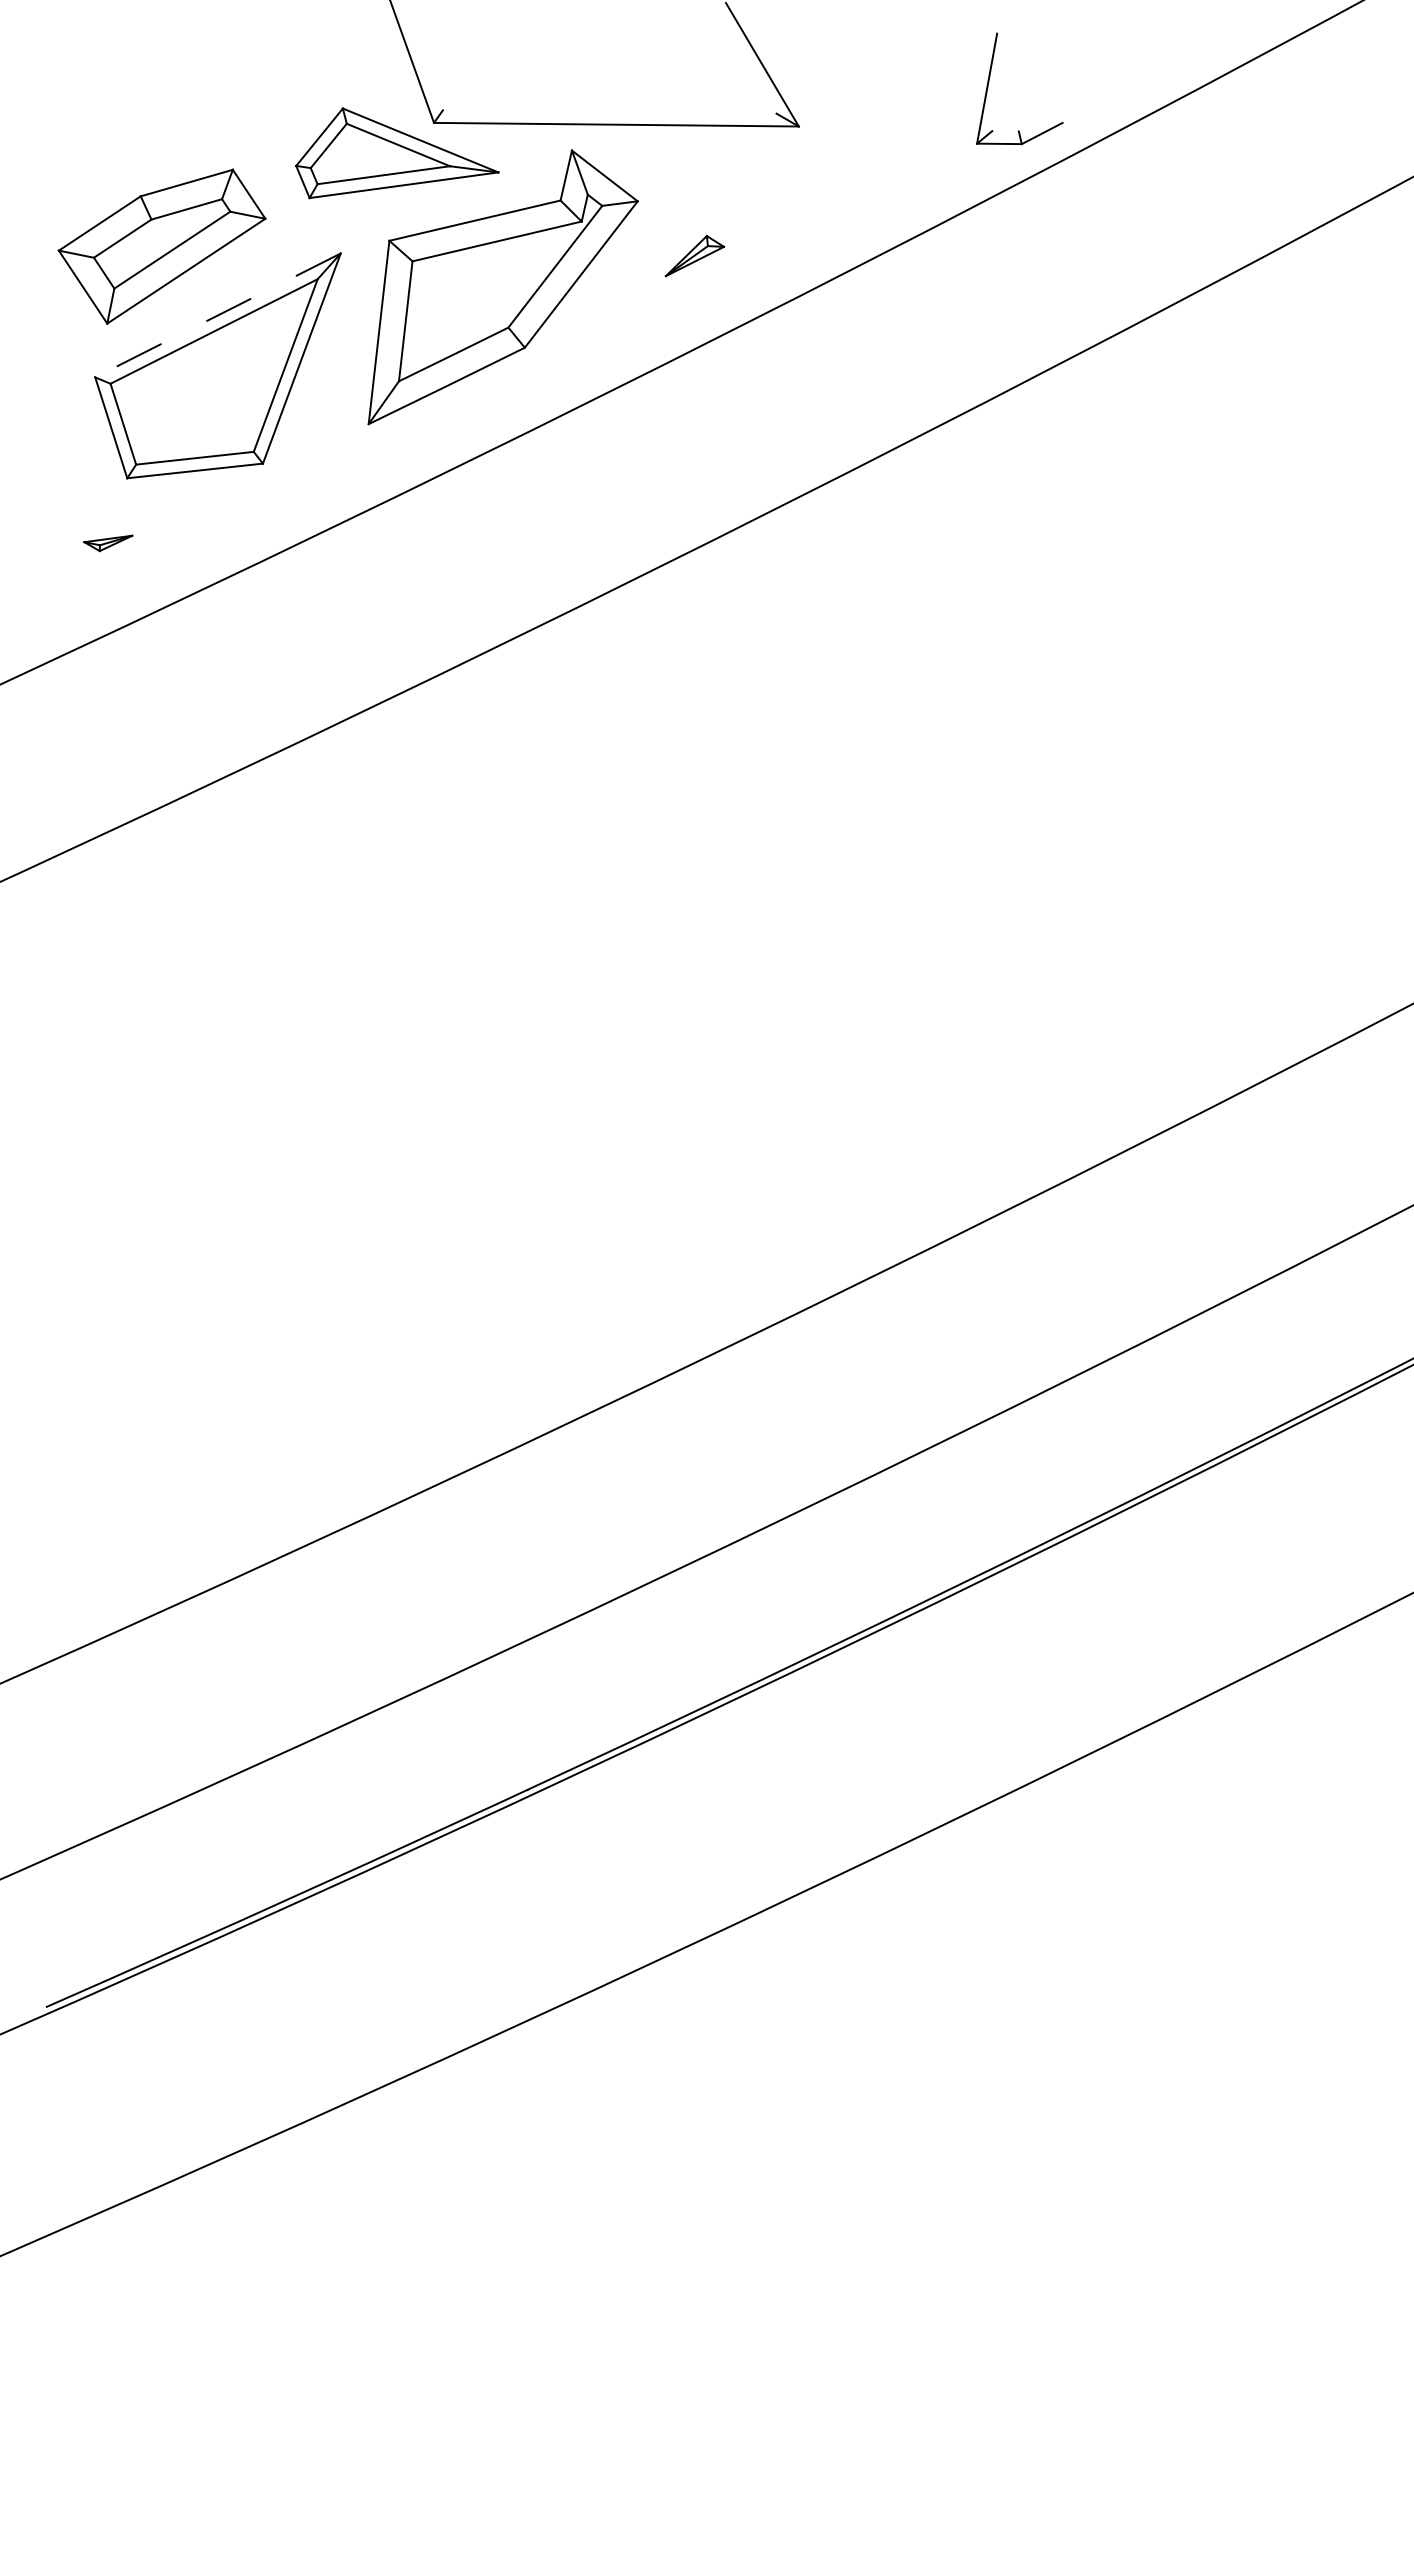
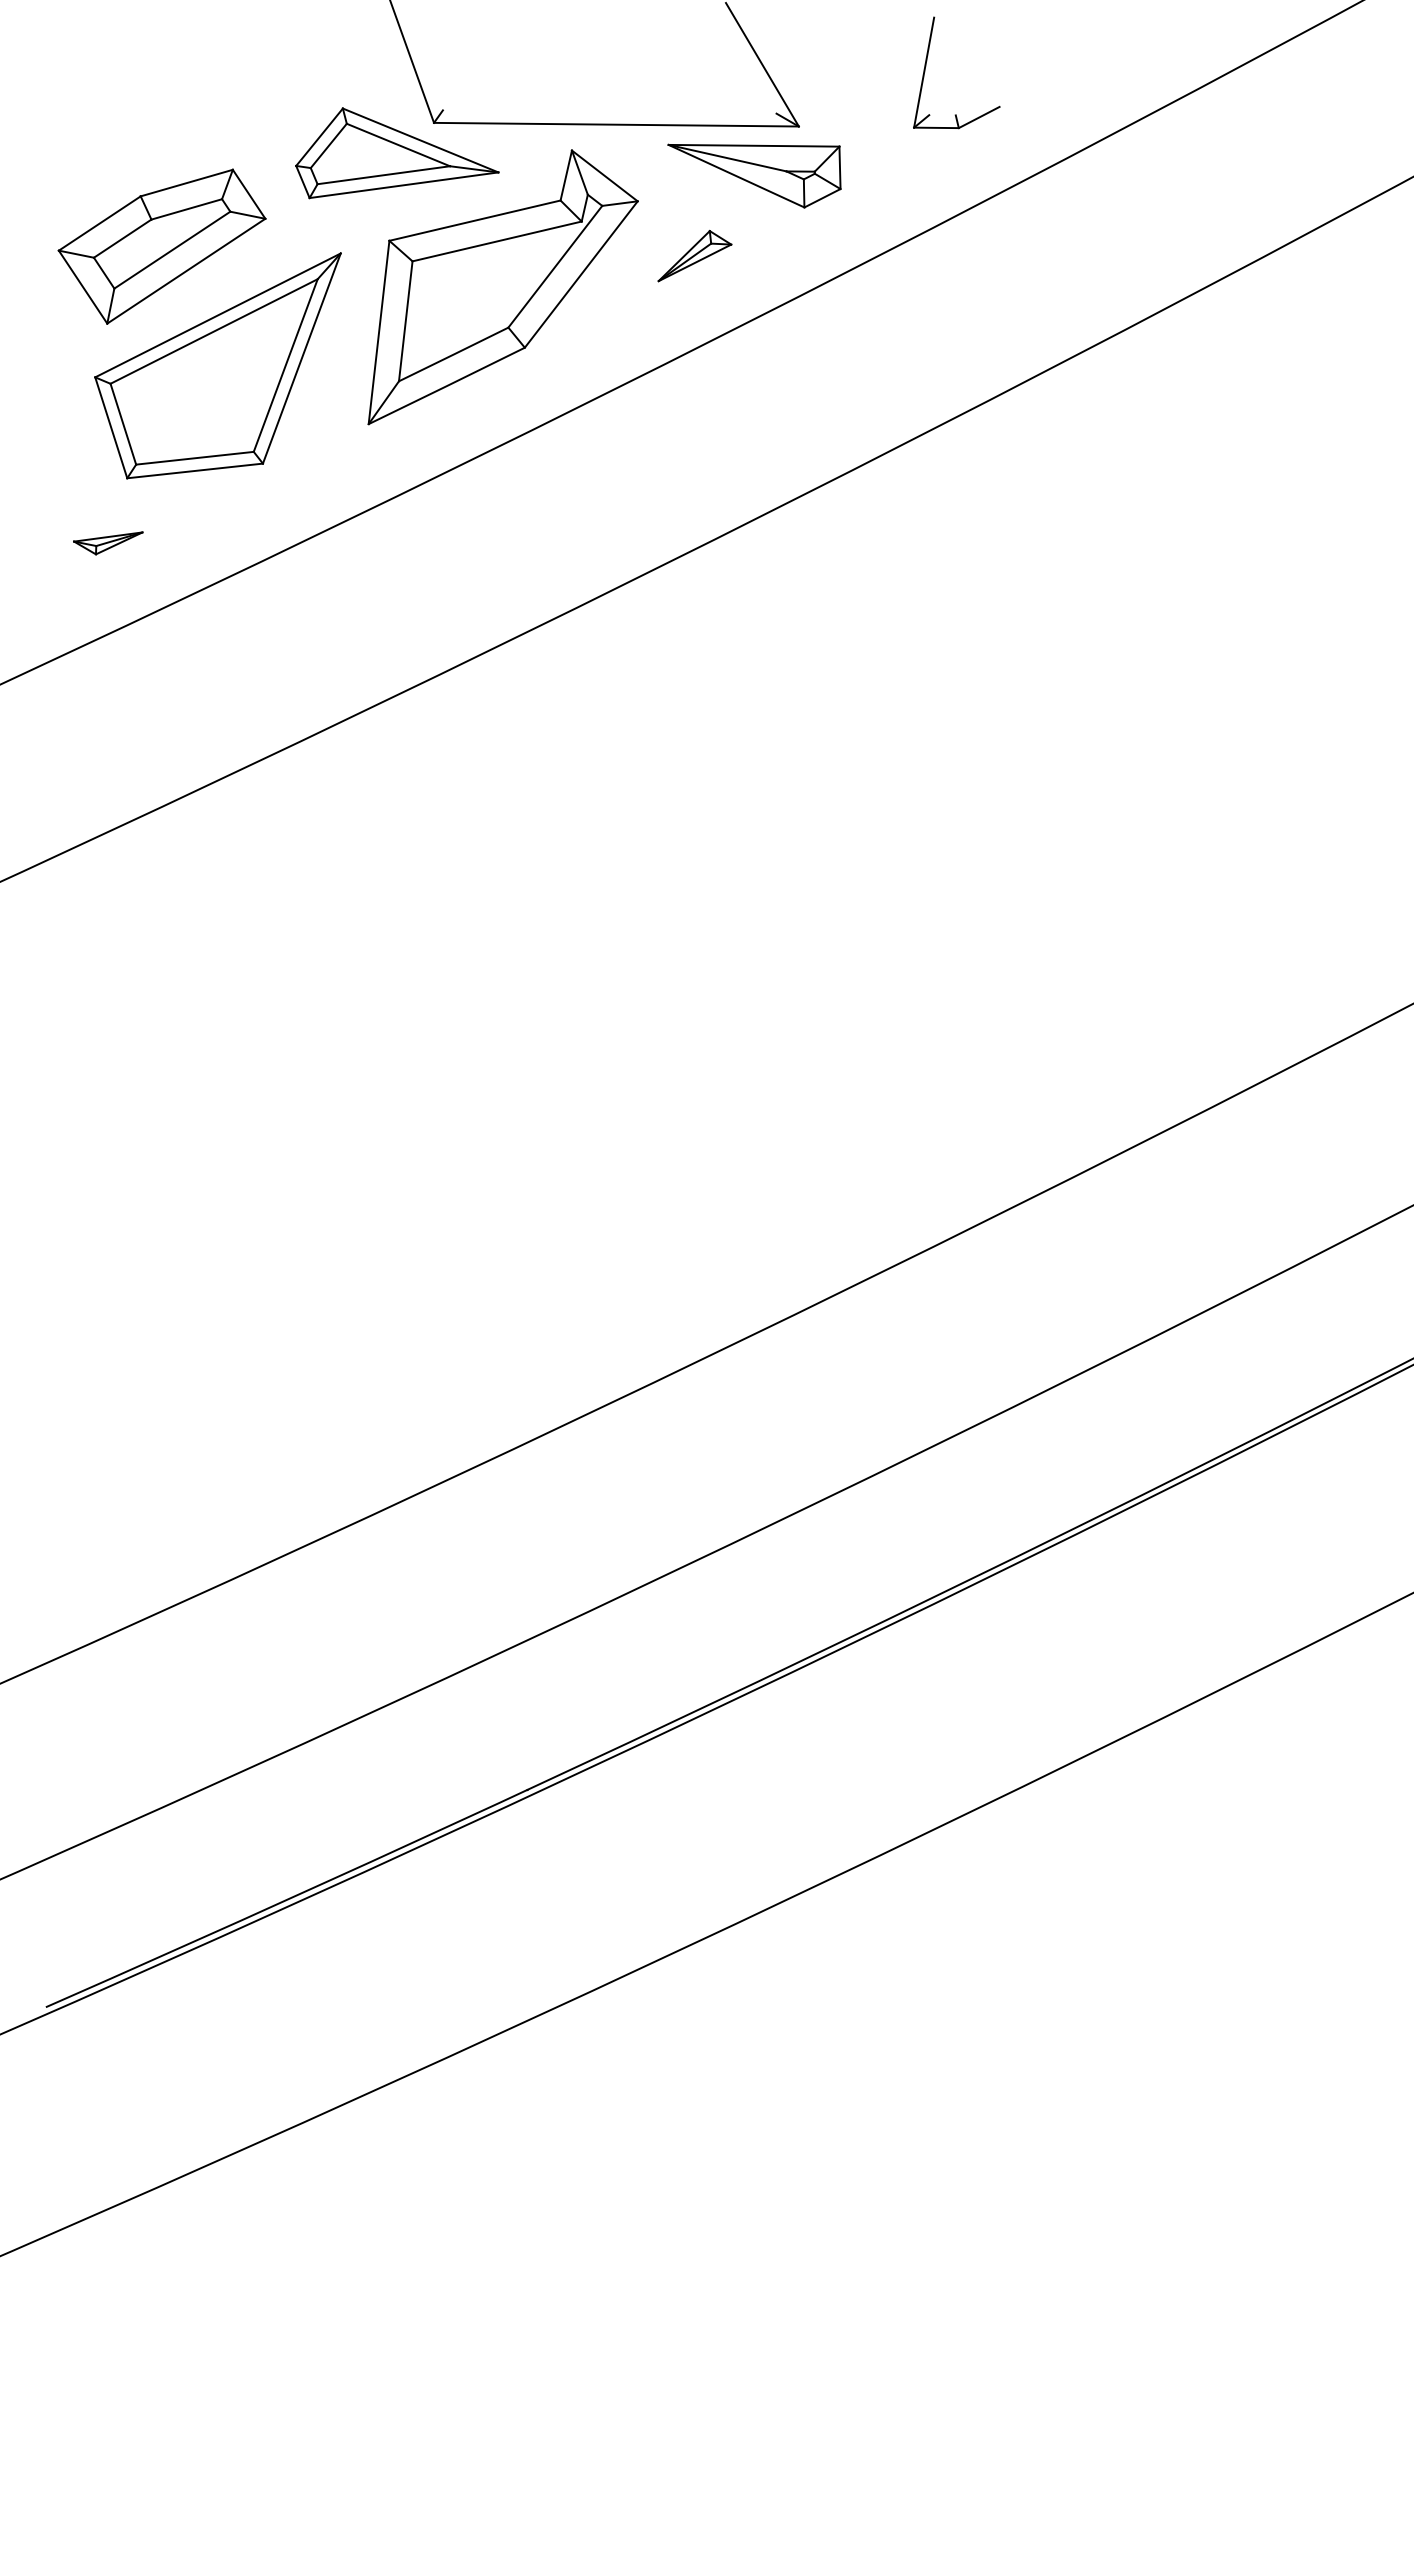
part at (989, 82) position: (989, 82) -> (926, 66)
part at (754, 175): none -> present
part at (694, 255) size: 62x44 px -> 76x54 px
line at (217, 315): dashed -> solid
part at (108, 543) size: 51x19 px -> 71x25 px
